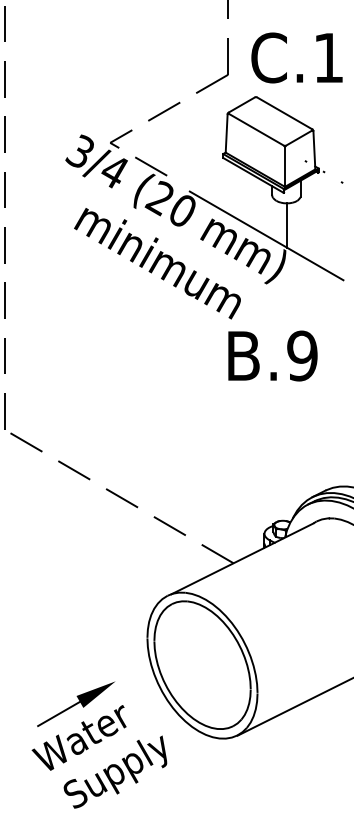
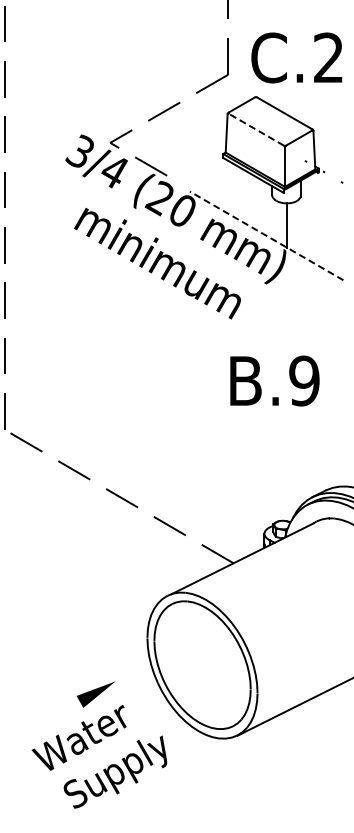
text at (328, 57): C.1 -> C.2
line at (256, 129): solid -> dashed
line at (266, 235): solid -> dashed
text at (272, 355) position: (272, 355) -> (274, 380)
line at (58, 713): present -> none
